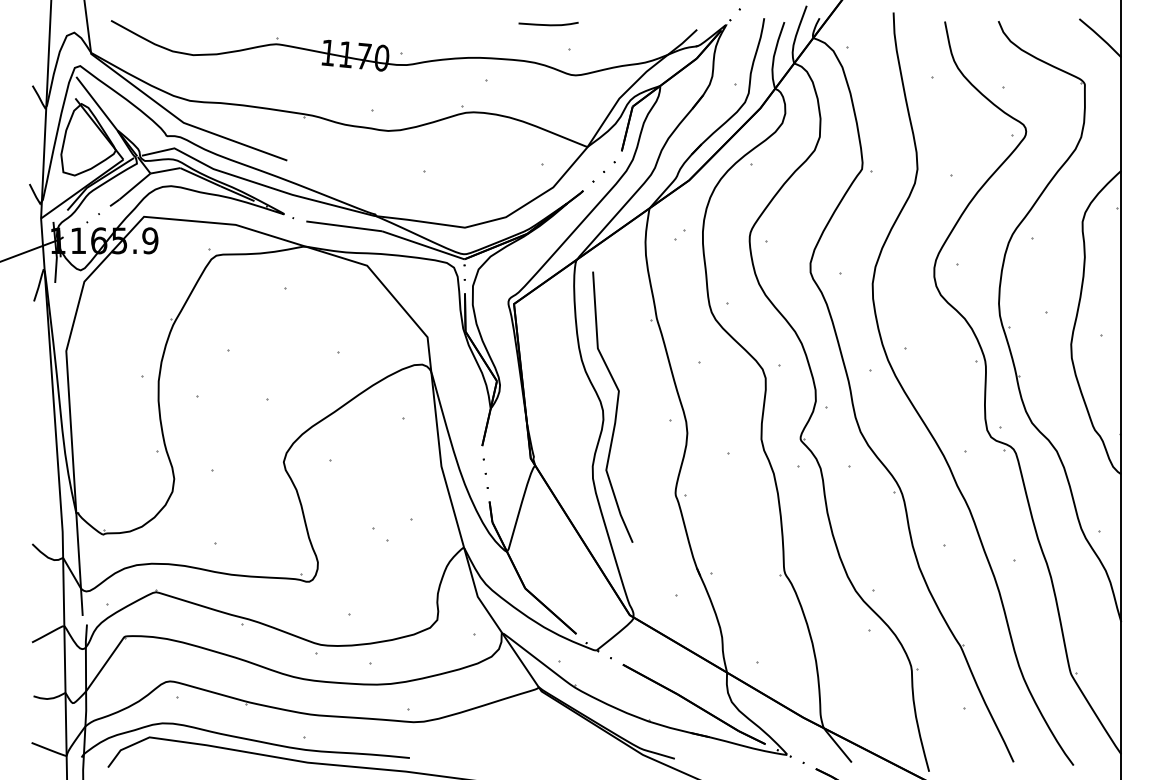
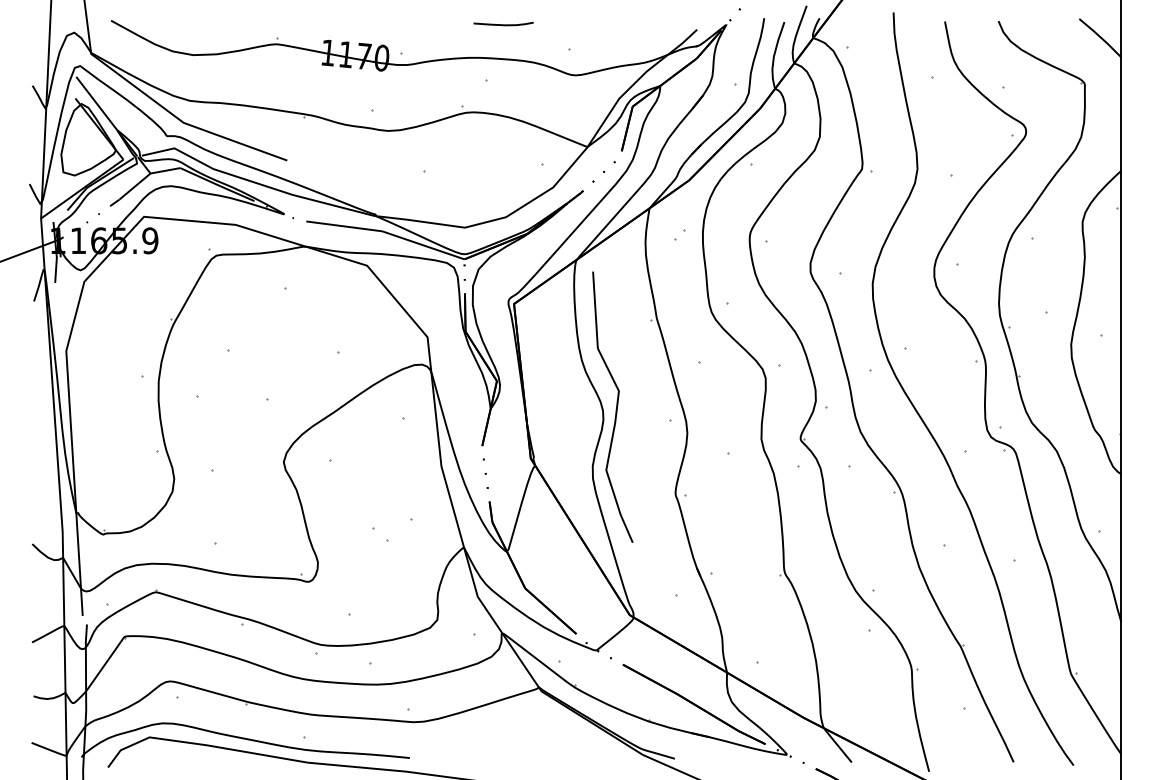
curve at (548, 24) position: (548, 24) -> (503, 24)
